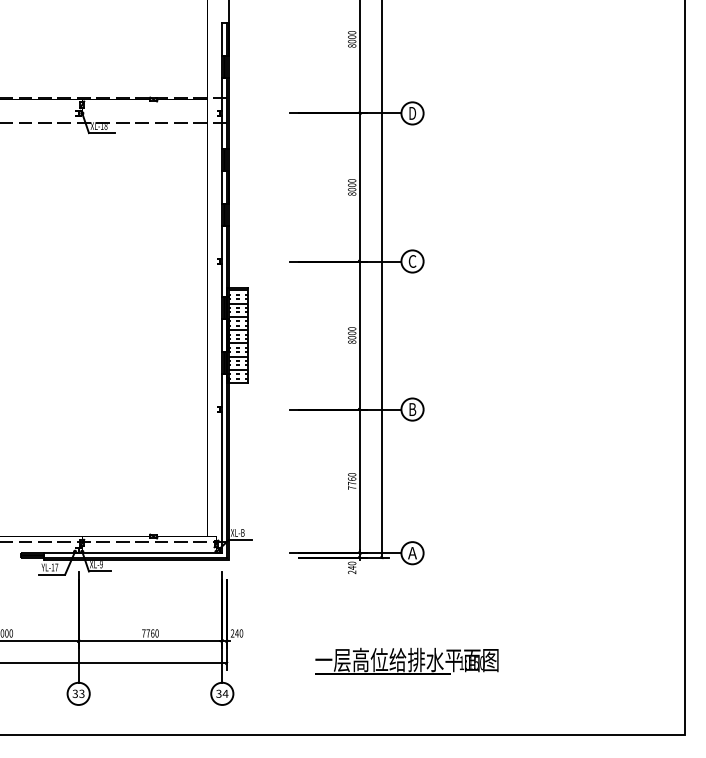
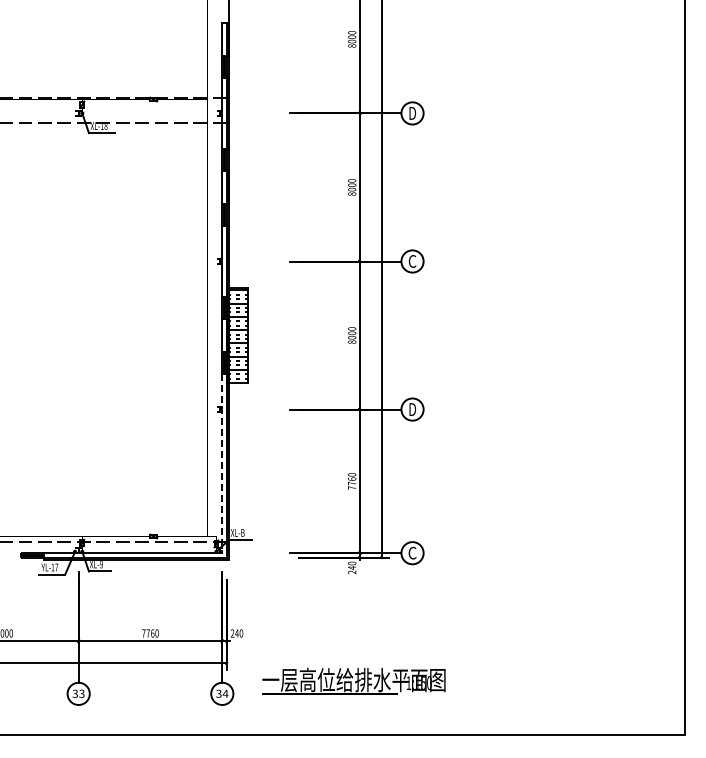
text at (413, 409): B -> D
line at (222, 464): solid -> dashed
text at (412, 552): A -> C
text at (406, 660) position: (406, 660) -> (353, 680)
